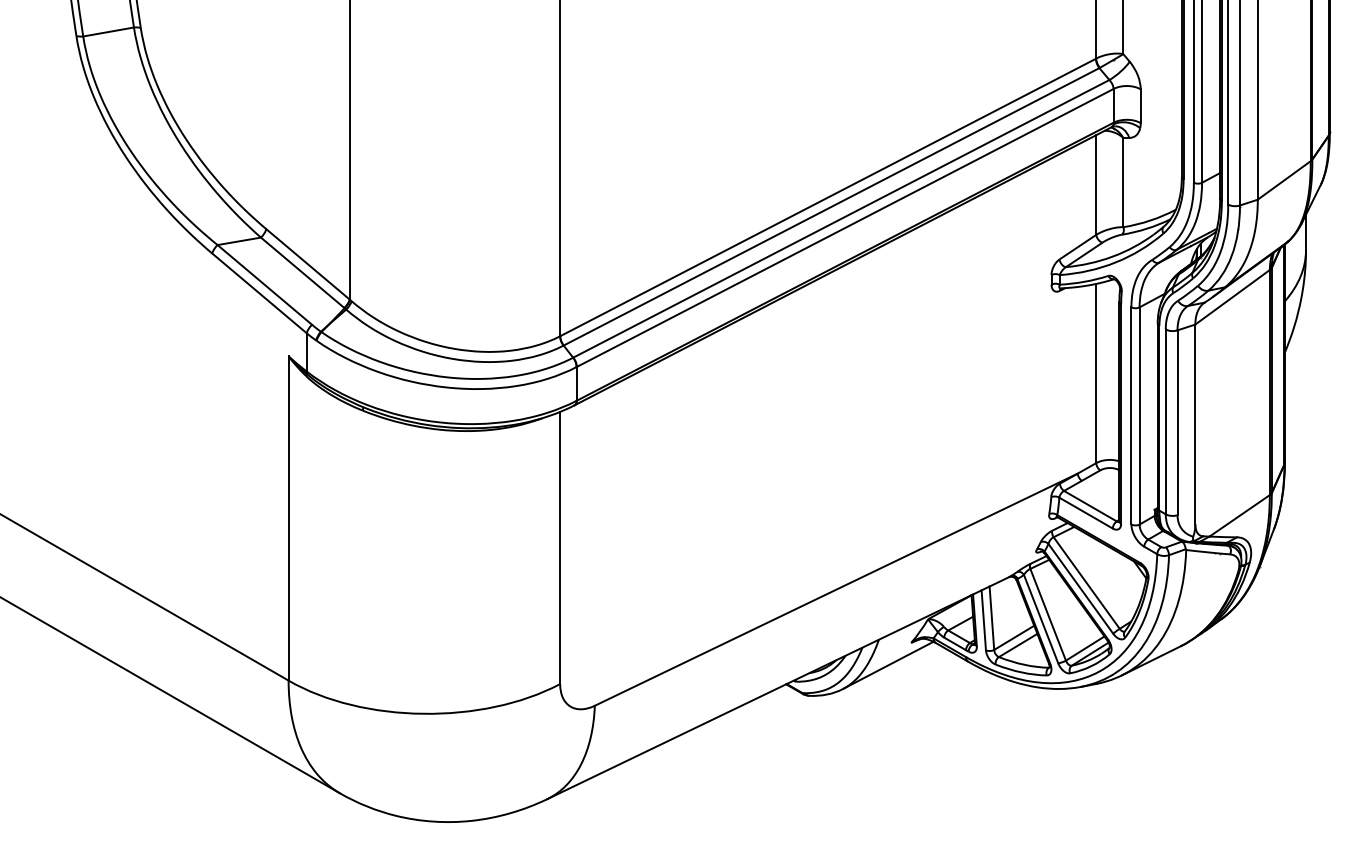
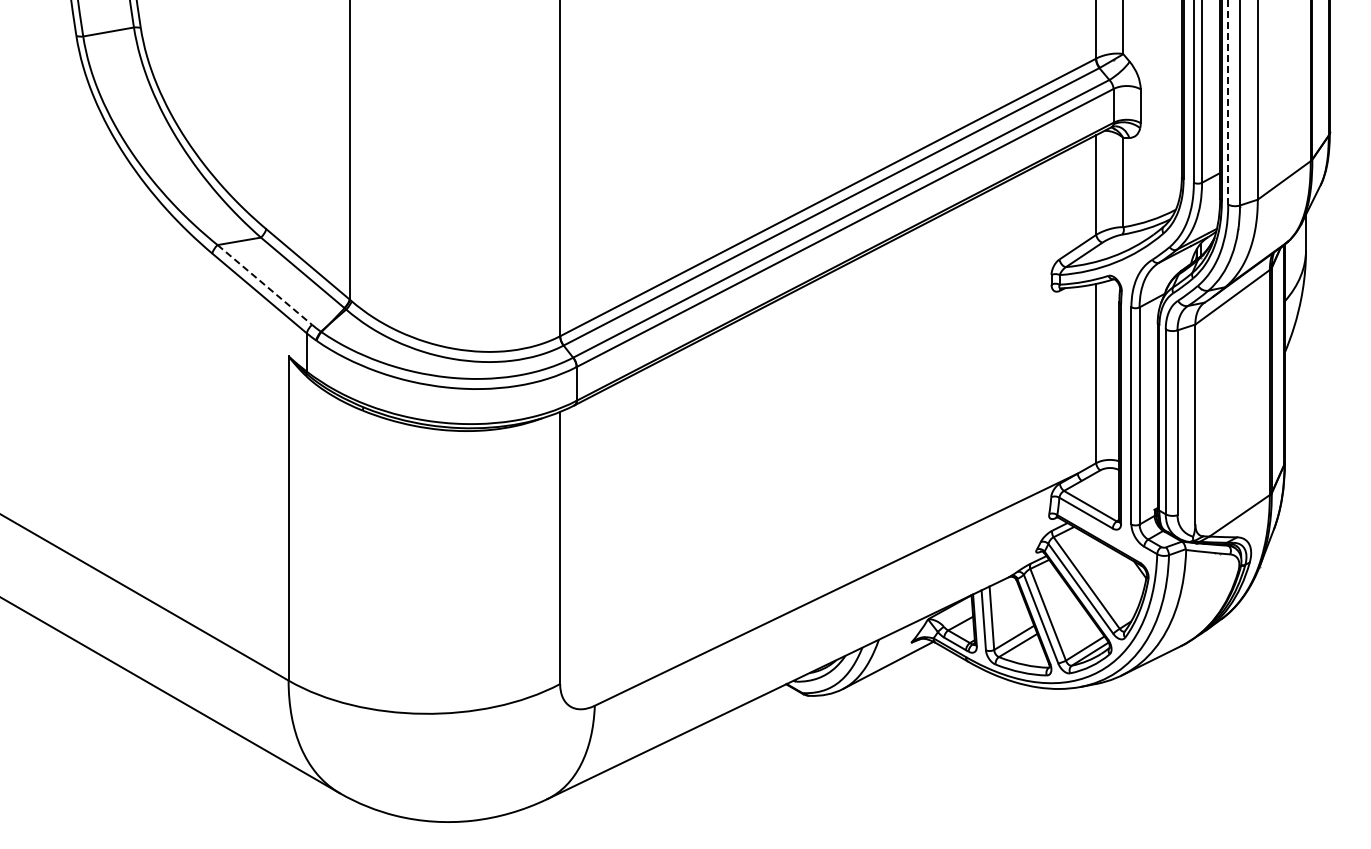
line at (1228, 102): solid -> dashed
line at (264, 284): solid -> dashed
